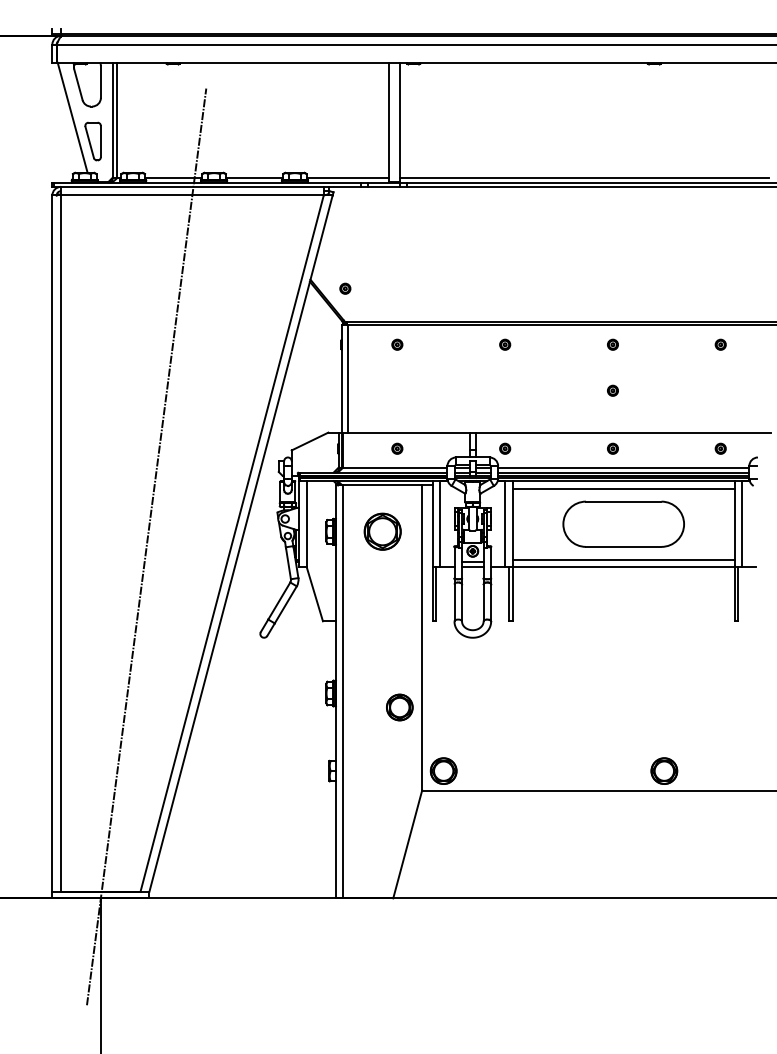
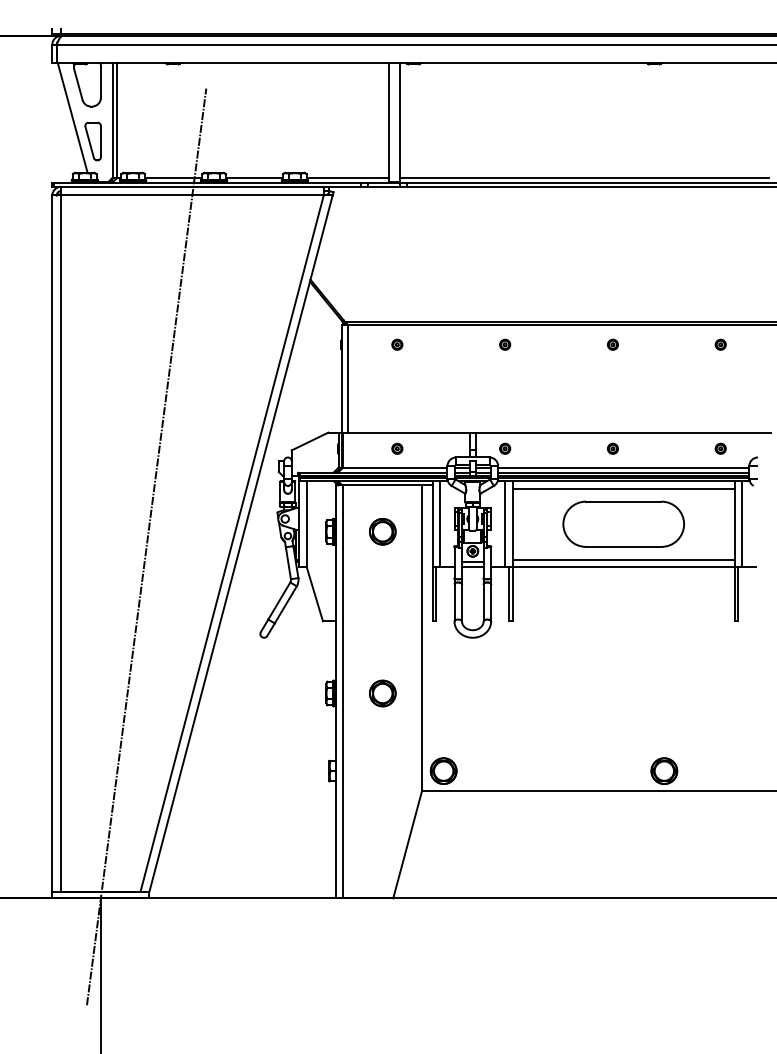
part at (345, 288): present -> none
part at (612, 390): present -> none
part at (382, 531) size: 39x39 px -> 28x28 px
part at (399, 707) position: (399, 707) -> (382, 693)
